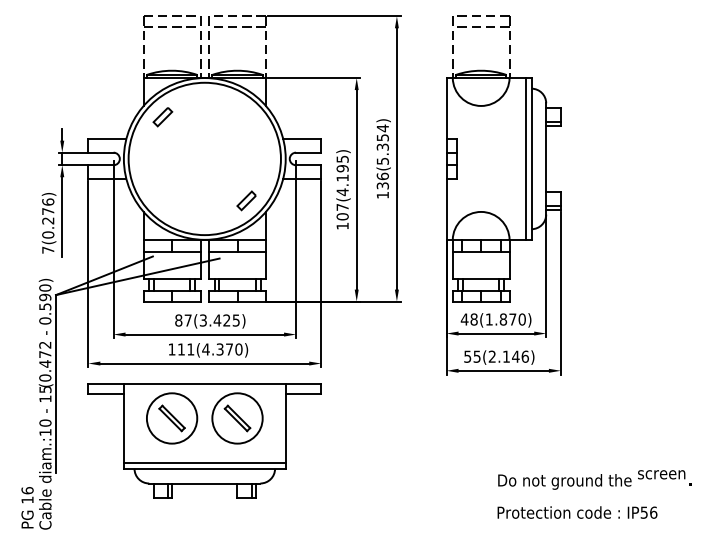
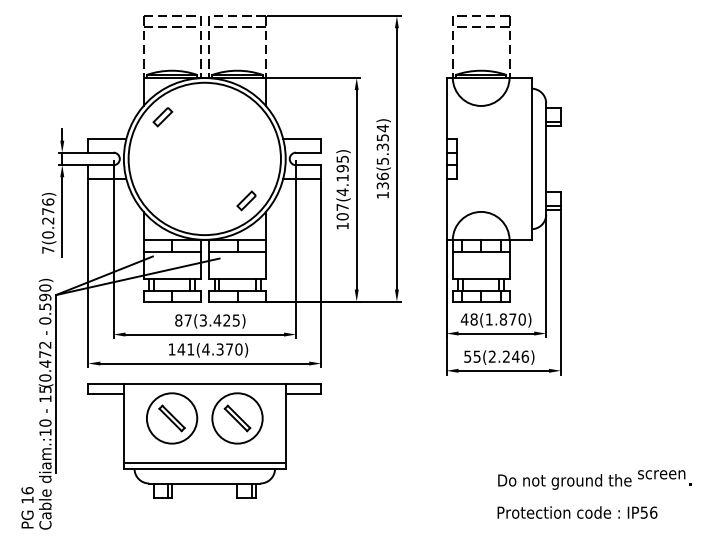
line at (525, 158): present -> none
text at (181, 349): 111(4.370) -> 141(4.370)
text at (506, 356): 55(2.146) -> 55(2.246)
